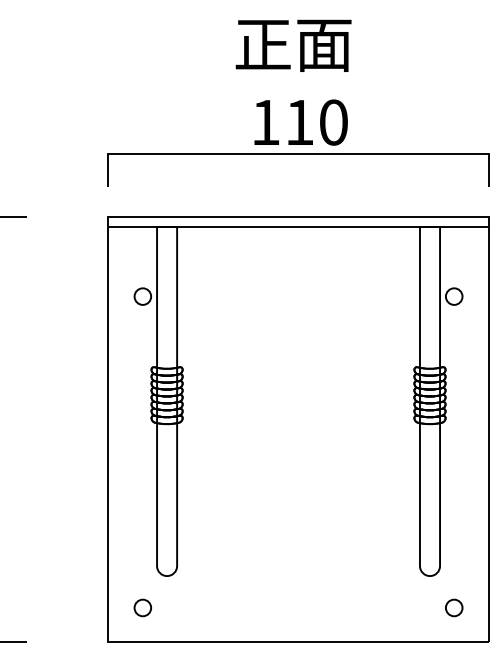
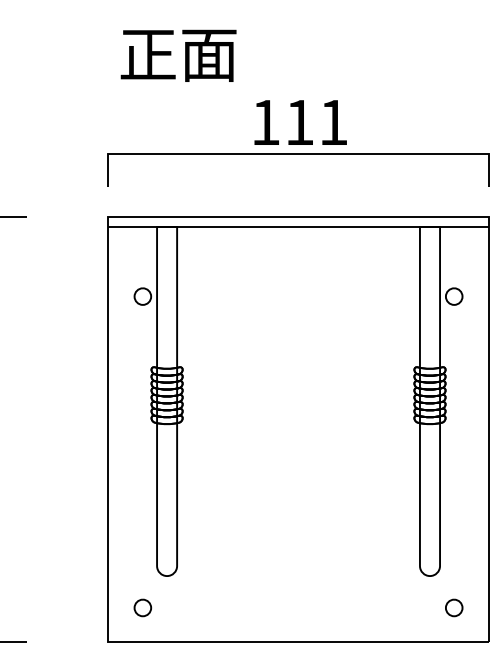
text at (293, 45) position: (293, 45) -> (178, 55)
text at (333, 122): 110 -> 111
